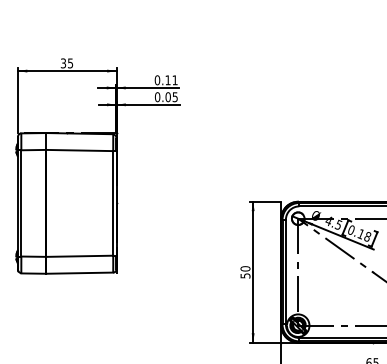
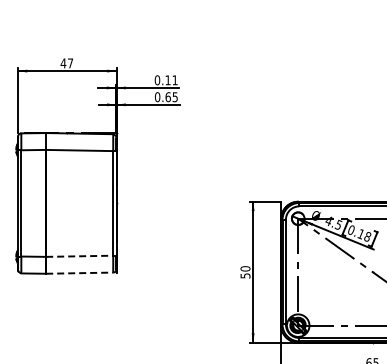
text at (66, 63): 35 -> 47
text at (167, 96): 0.05 -> 0.65
line at (79, 256): solid -> dashed
line at (79, 273): solid -> dashed
